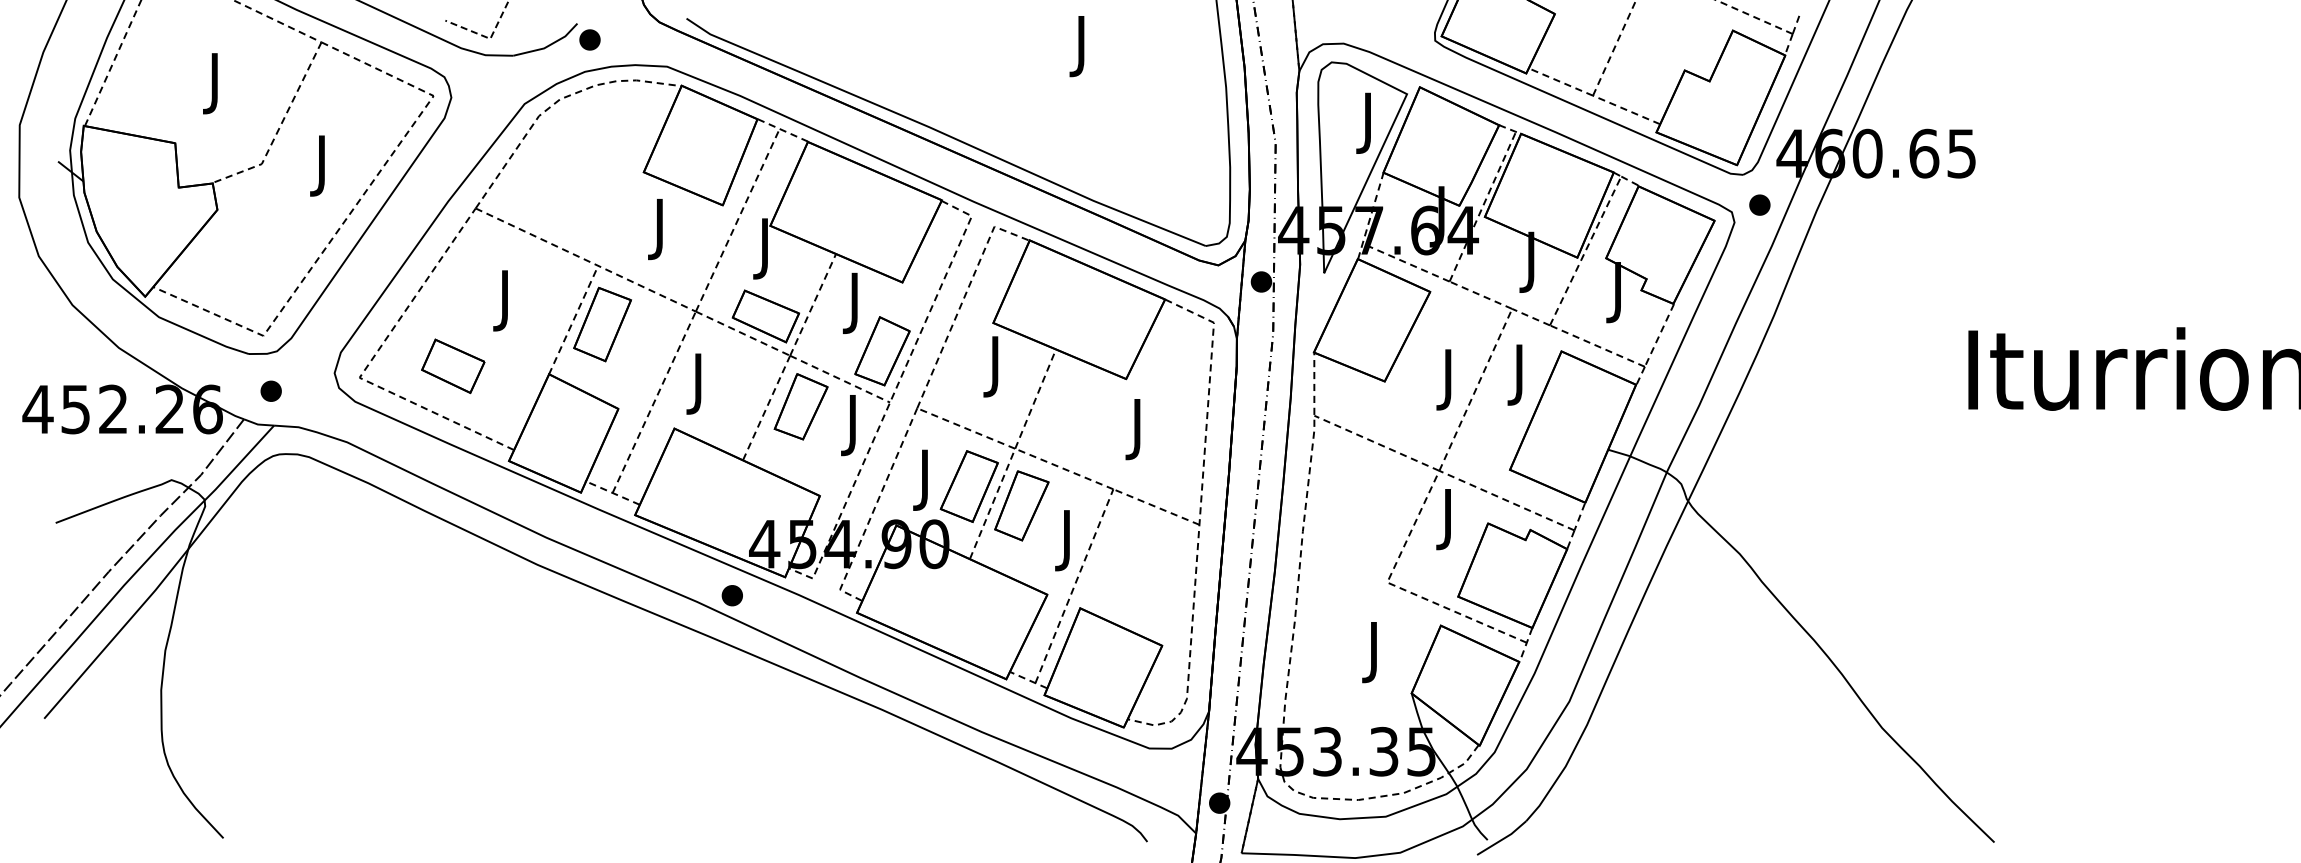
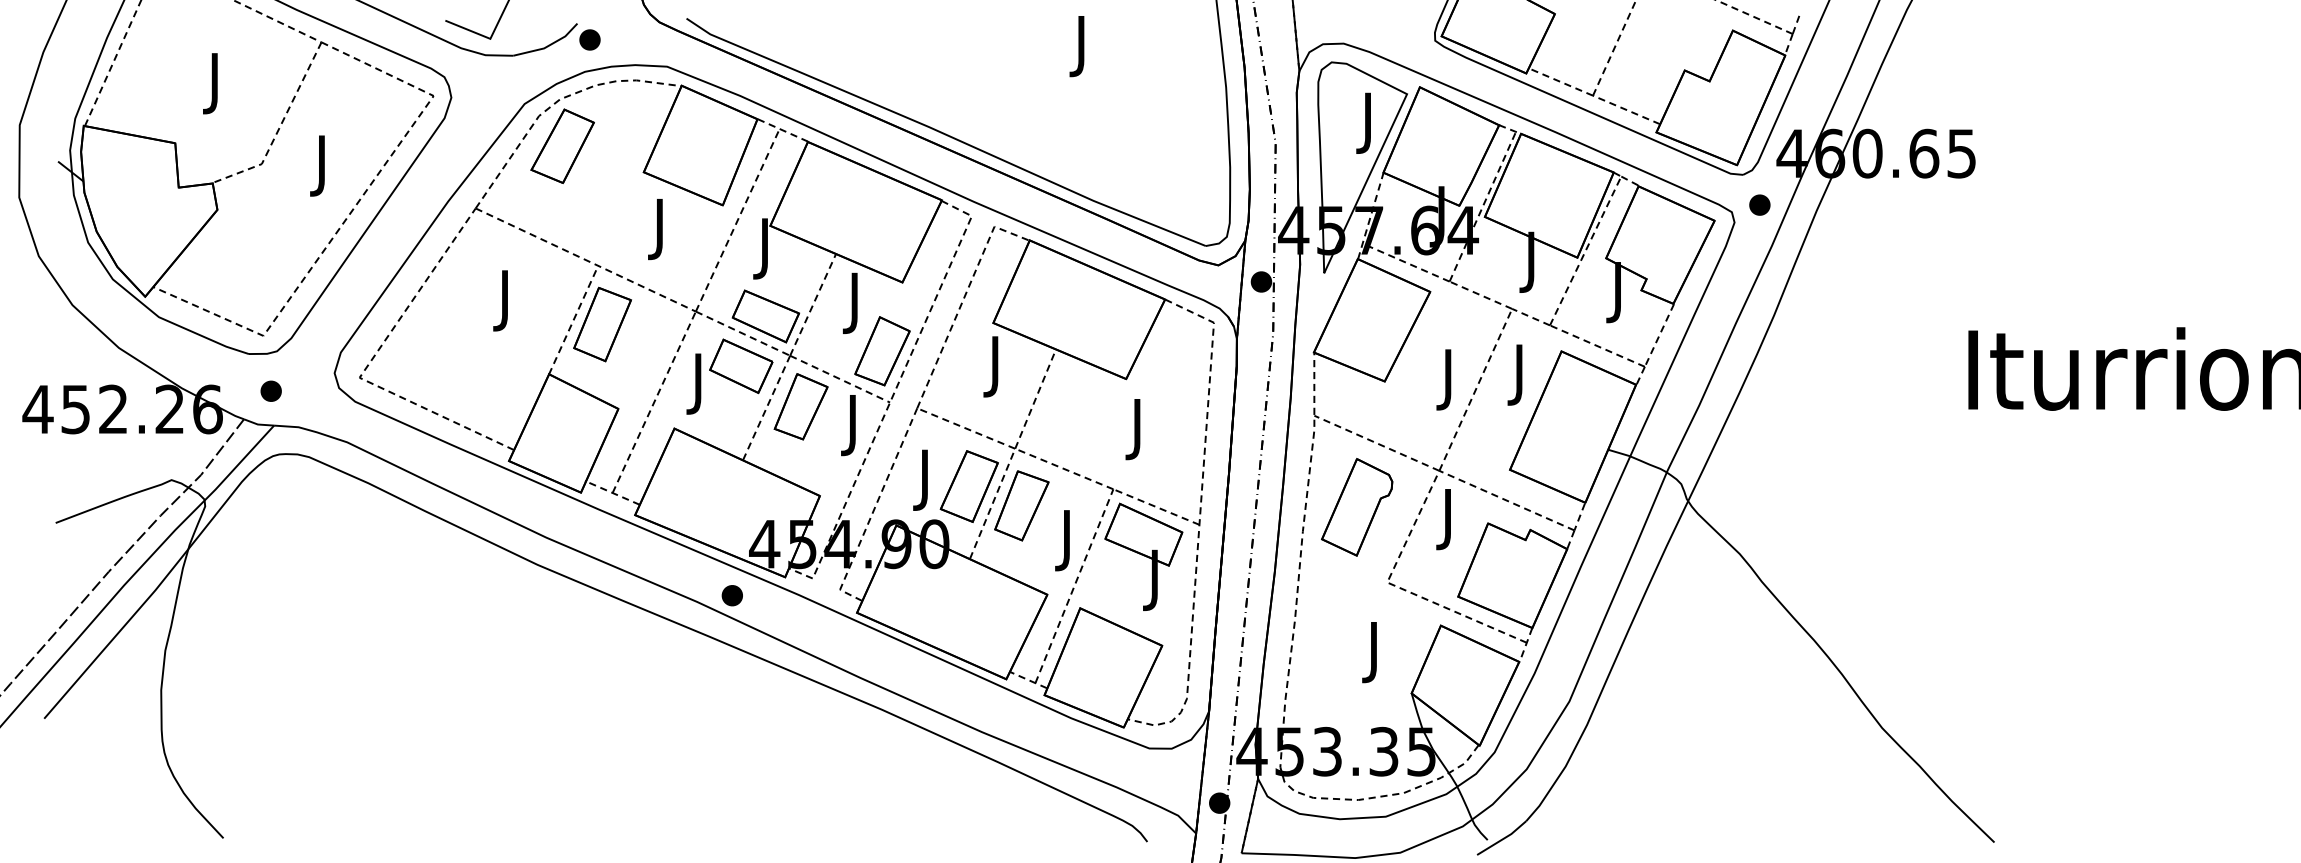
line at (487, 37): dashed -> solid
part at (562, 145): none -> present
part at (453, 366) position: (453, 366) -> (741, 366)
part at (1357, 507): none -> present
part at (1143, 556): none -> present
